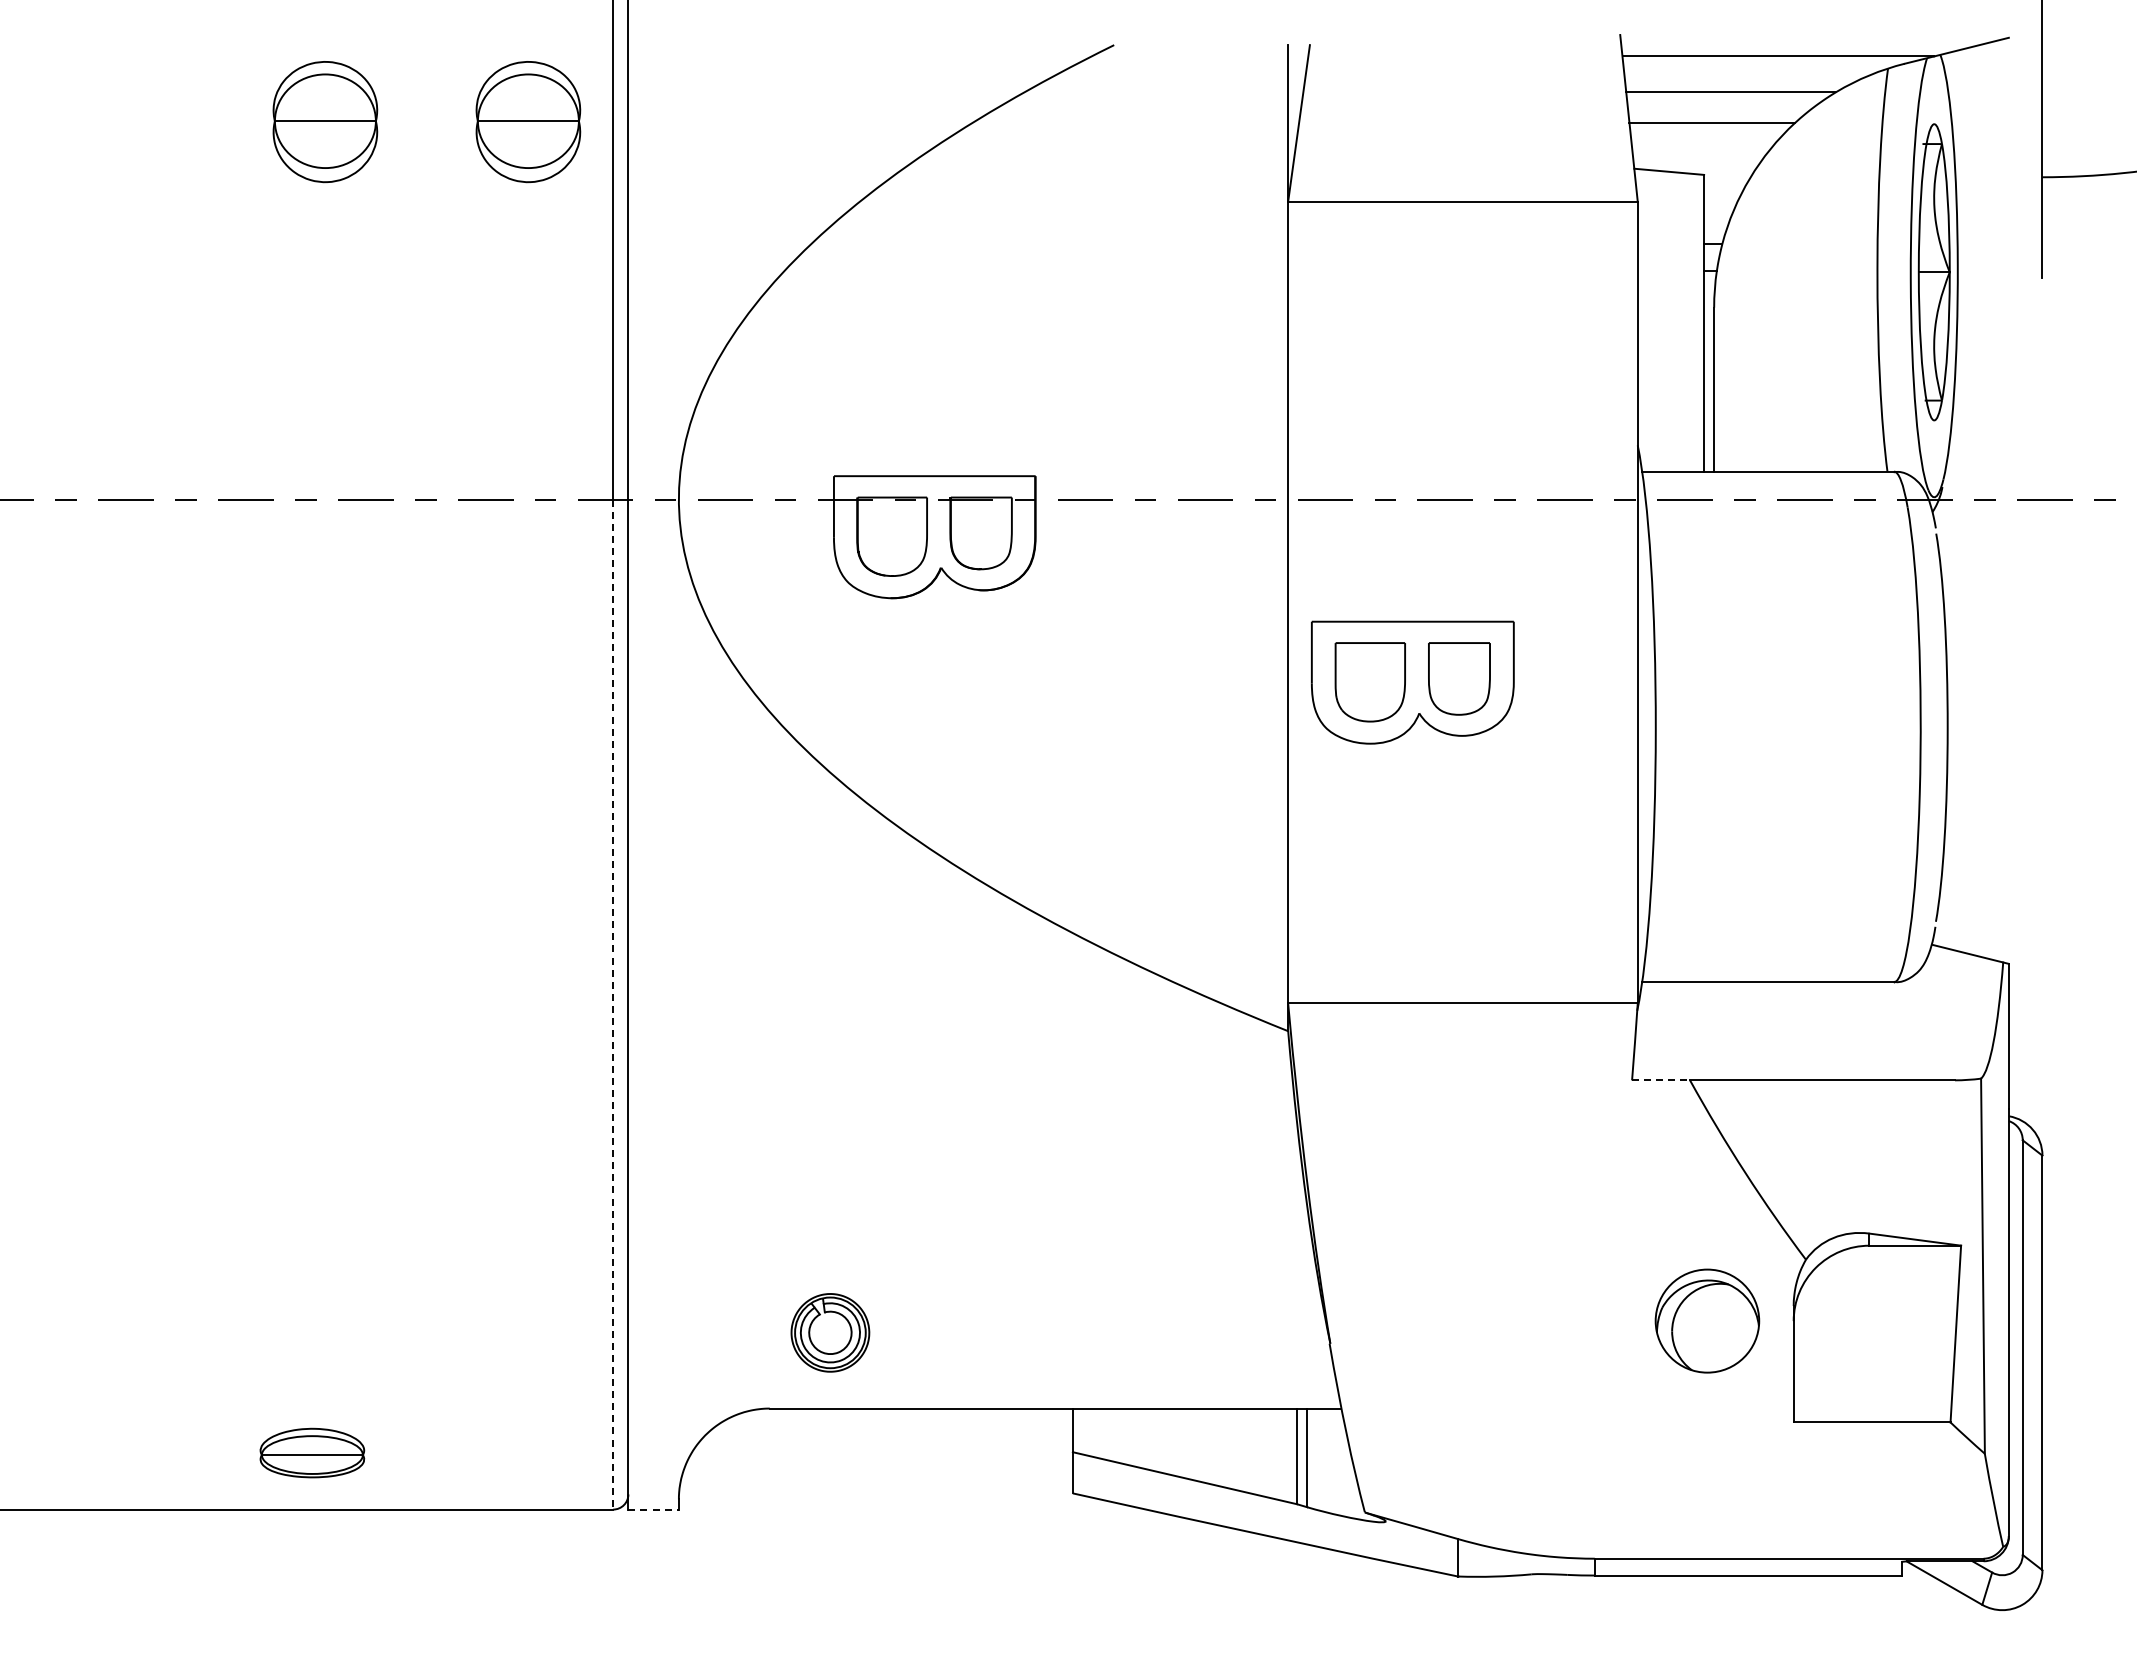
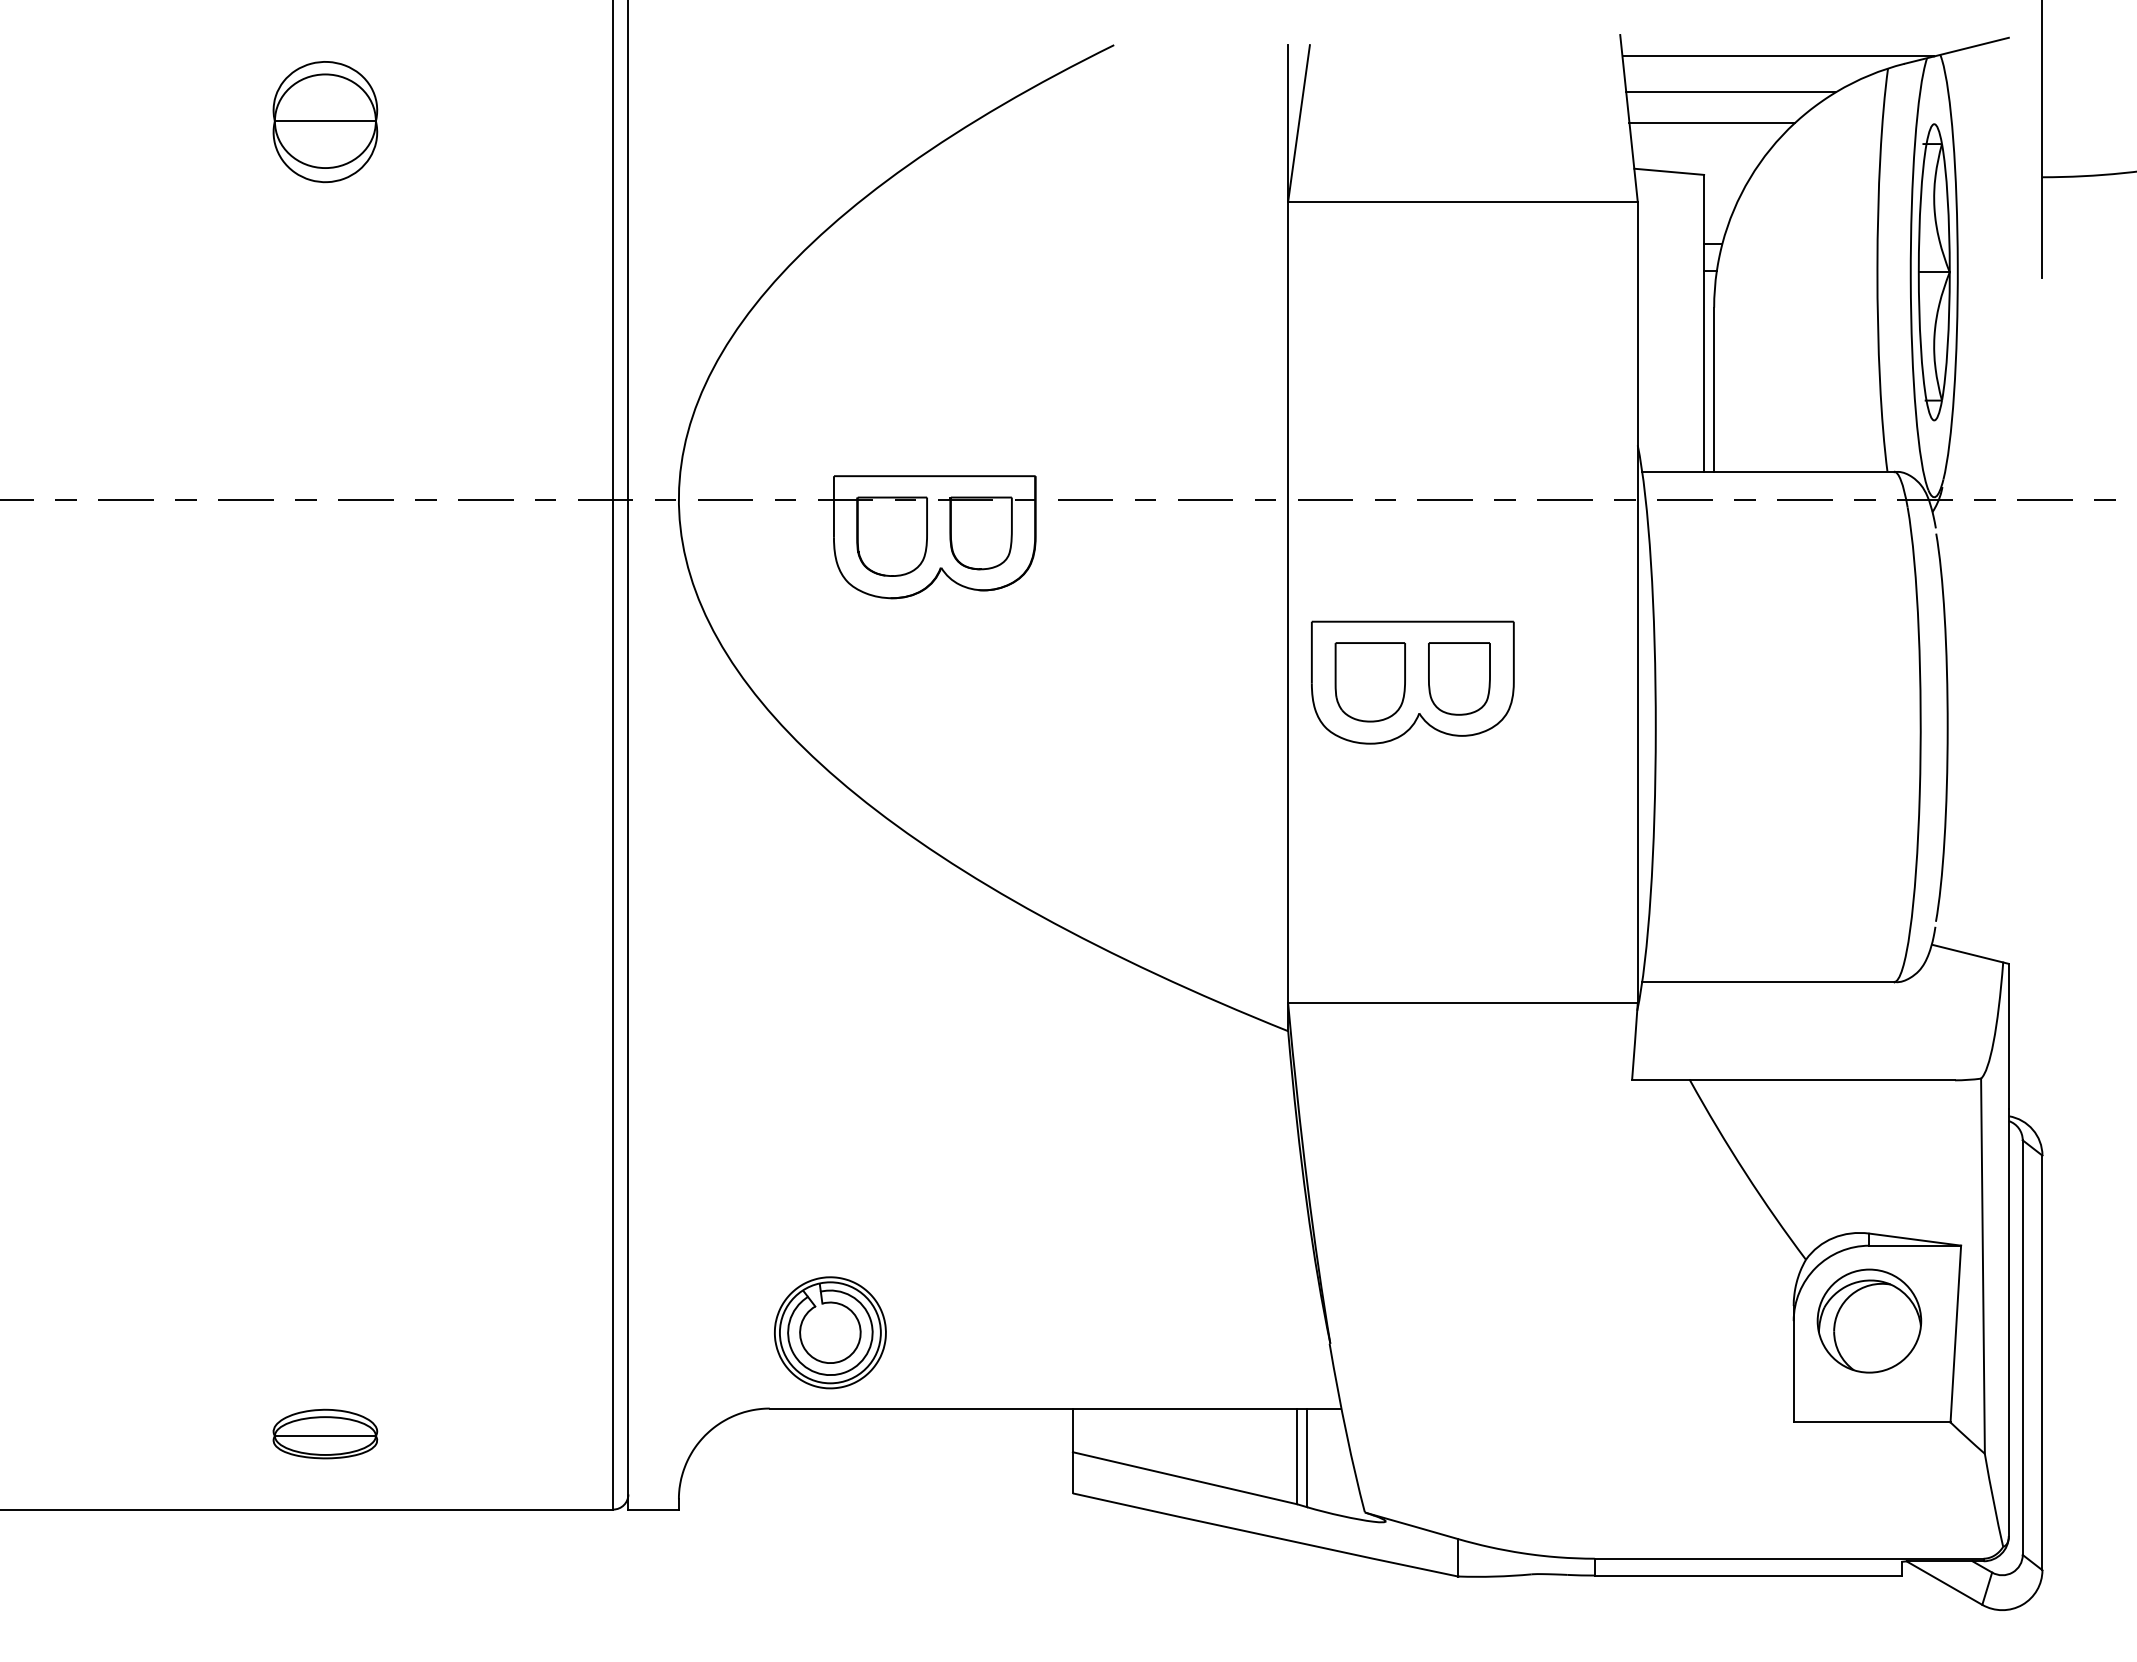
part at (528, 122): present -> none
line at (613, 1004): dashed -> solid
line at (1661, 1080): dashed -> solid
part at (1707, 1320) position: (1707, 1320) -> (1869, 1320)
part at (830, 1332) size: 81x80 px -> 113x114 px
part at (312, 1452) position: (312, 1452) -> (325, 1433)
line at (654, 1509): dashed -> solid
